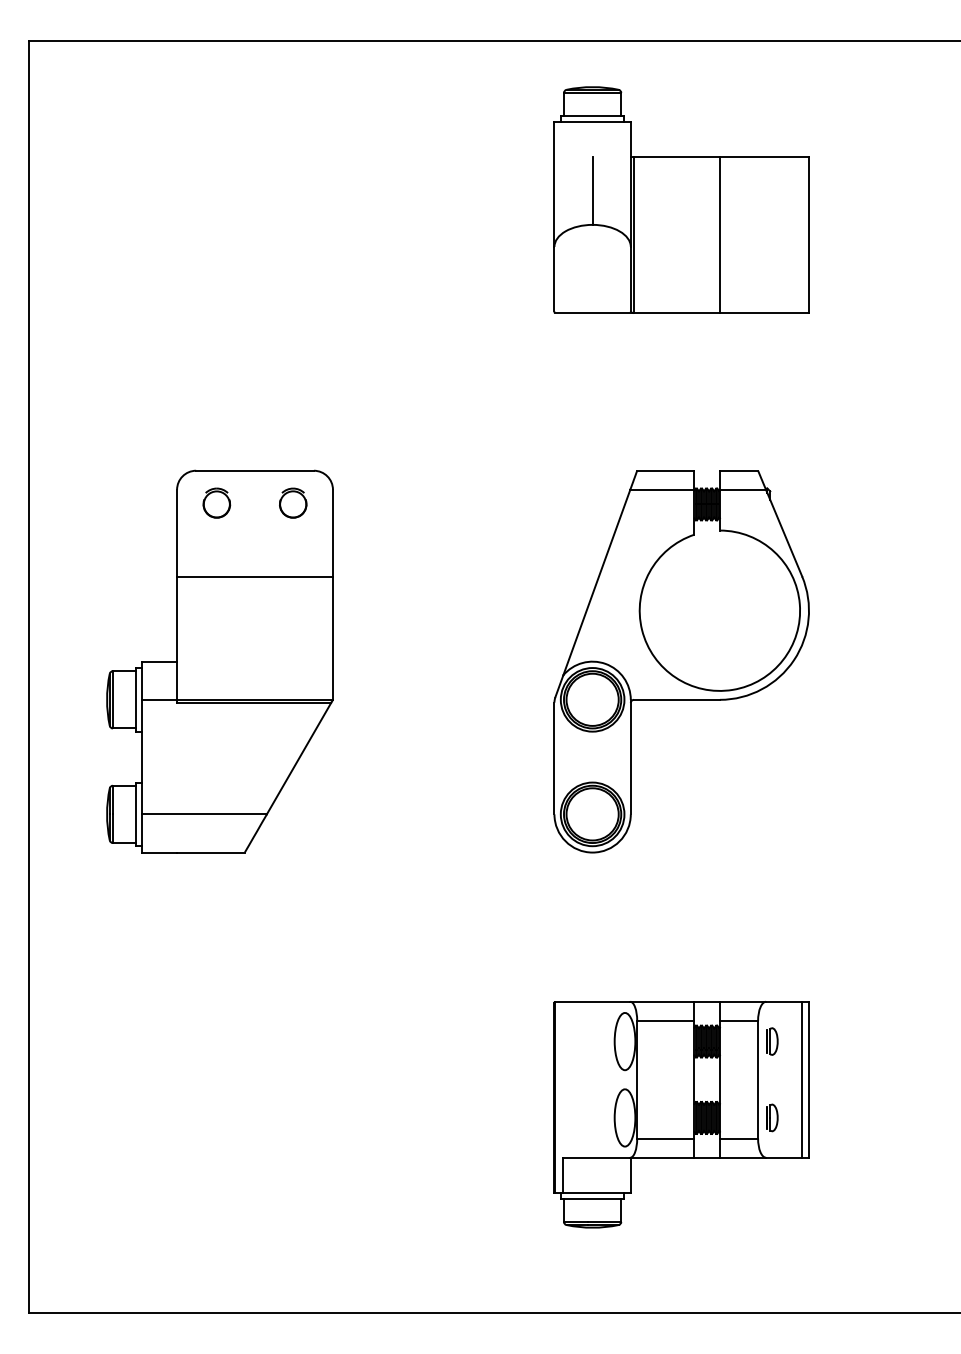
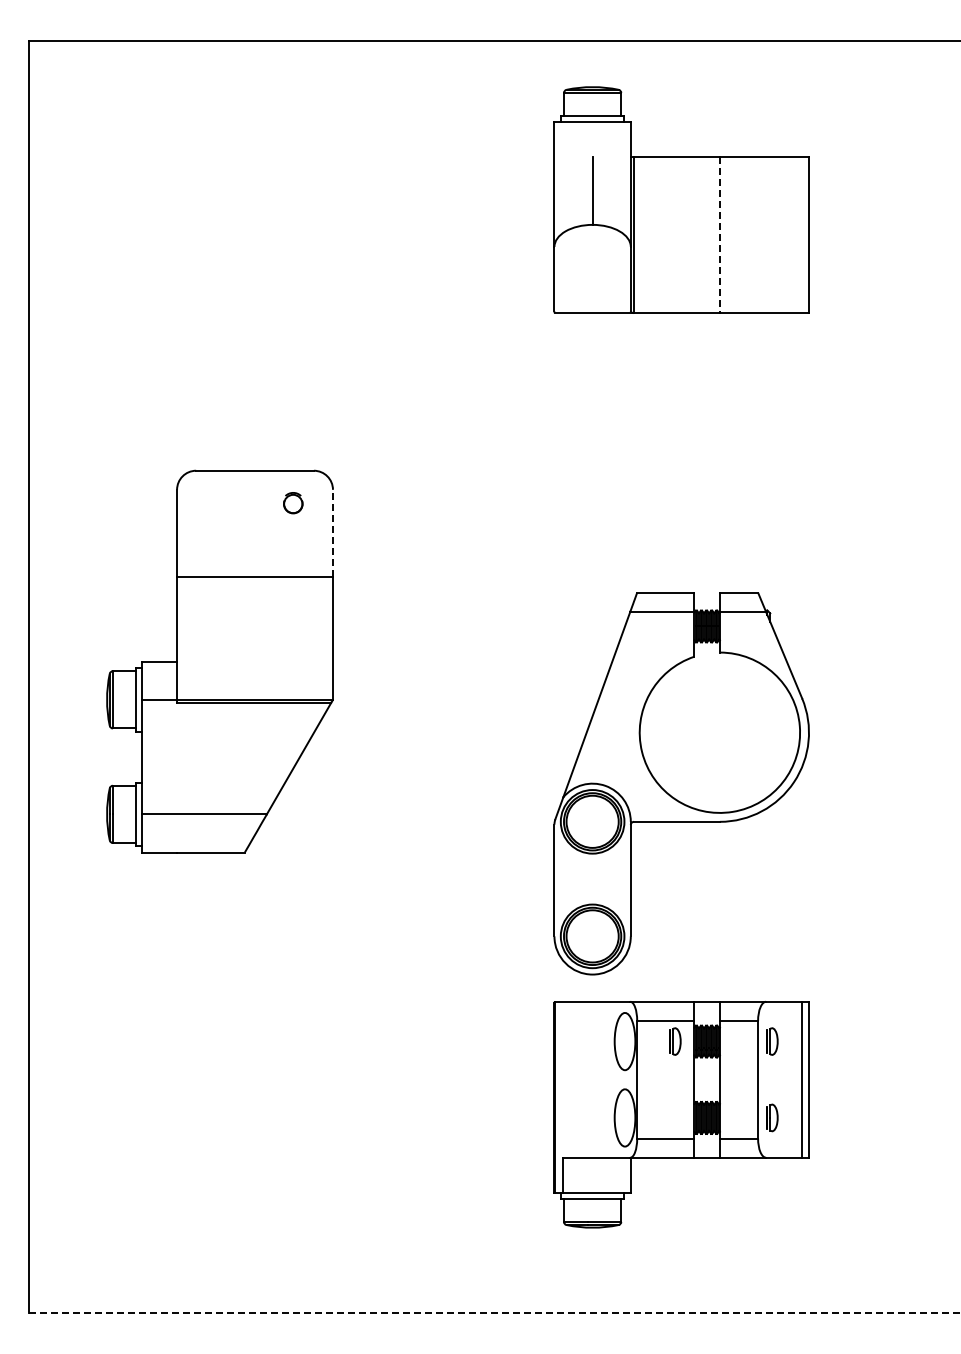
line at (719, 235): solid -> dashed
part at (216, 502): present -> none
part at (293, 502) size: 29x32 px -> 21x23 px
line at (332, 532): solid -> dashed
part at (681, 661) position: (681, 661) -> (681, 783)
part at (675, 1041): none -> present
line at (494, 1313): solid -> dashed
